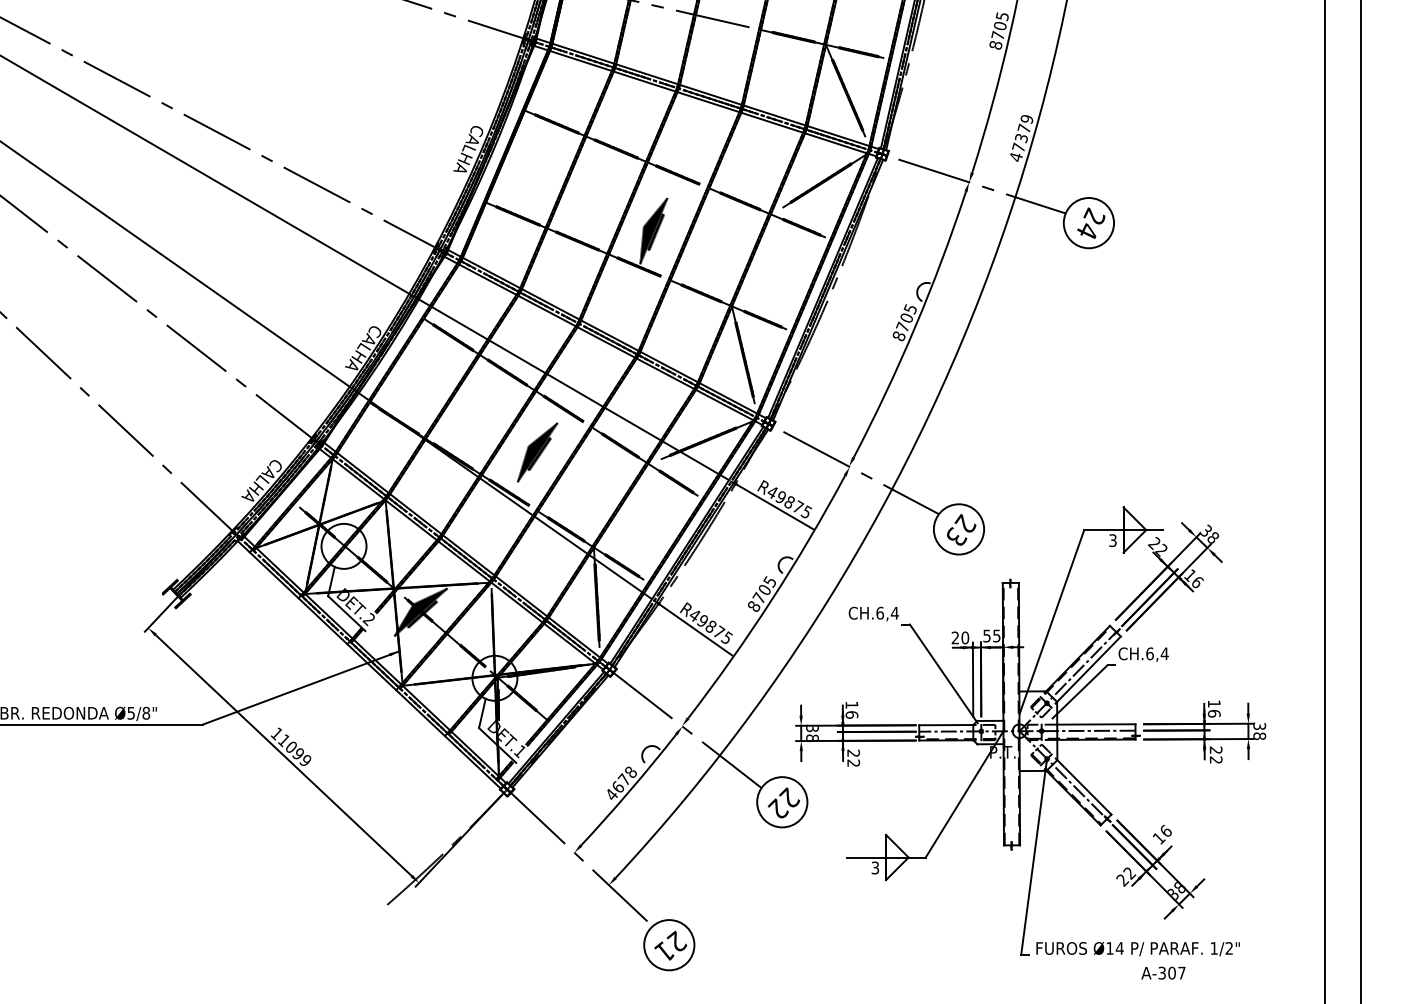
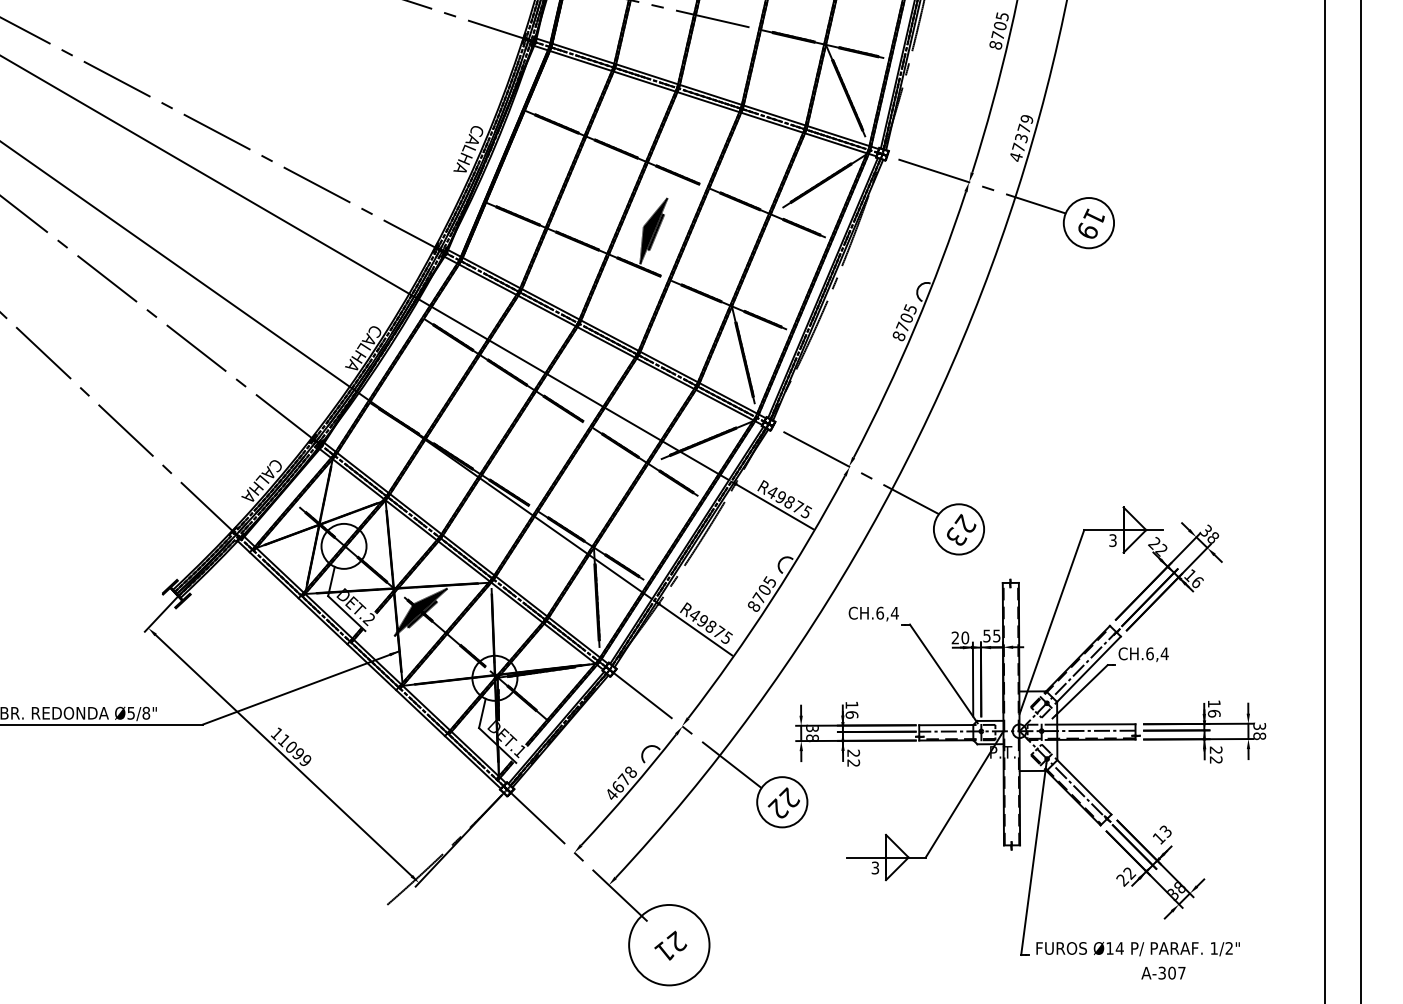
text at (1091, 222): 24 -> 19
part at (537, 452): present -> none
text at (1165, 831): 16 -> 13
circle at (669, 945) diameter: 50 px -> 80 px
